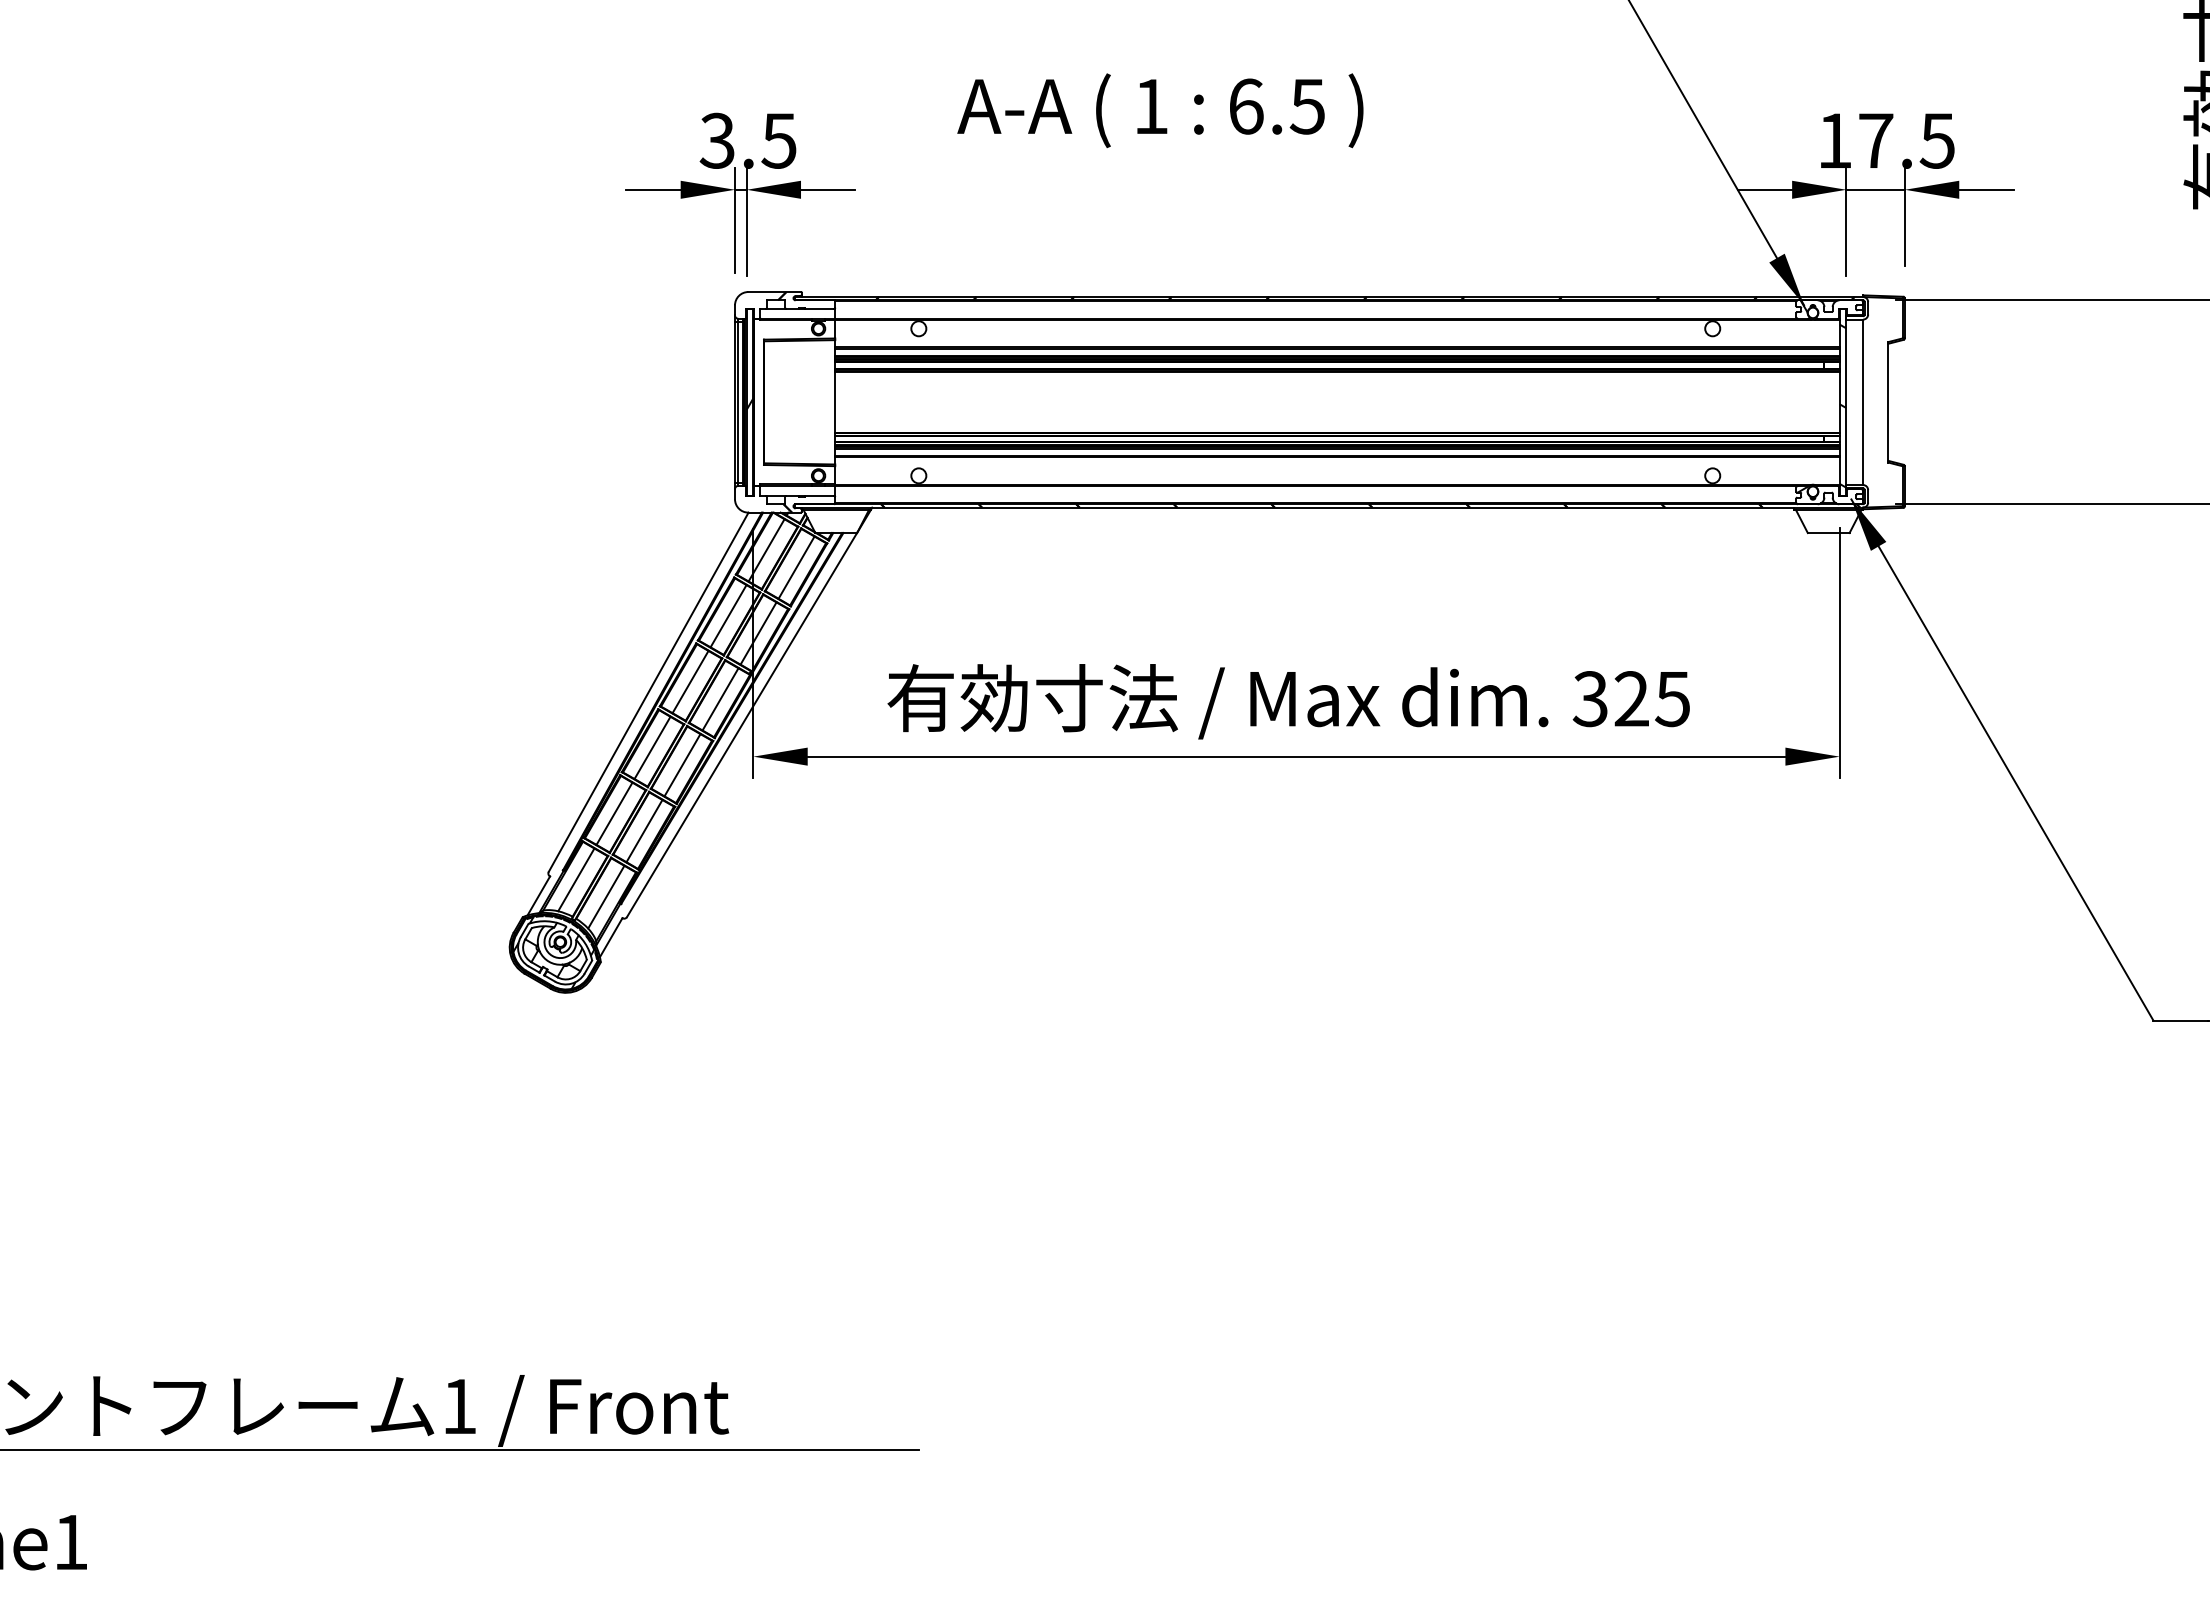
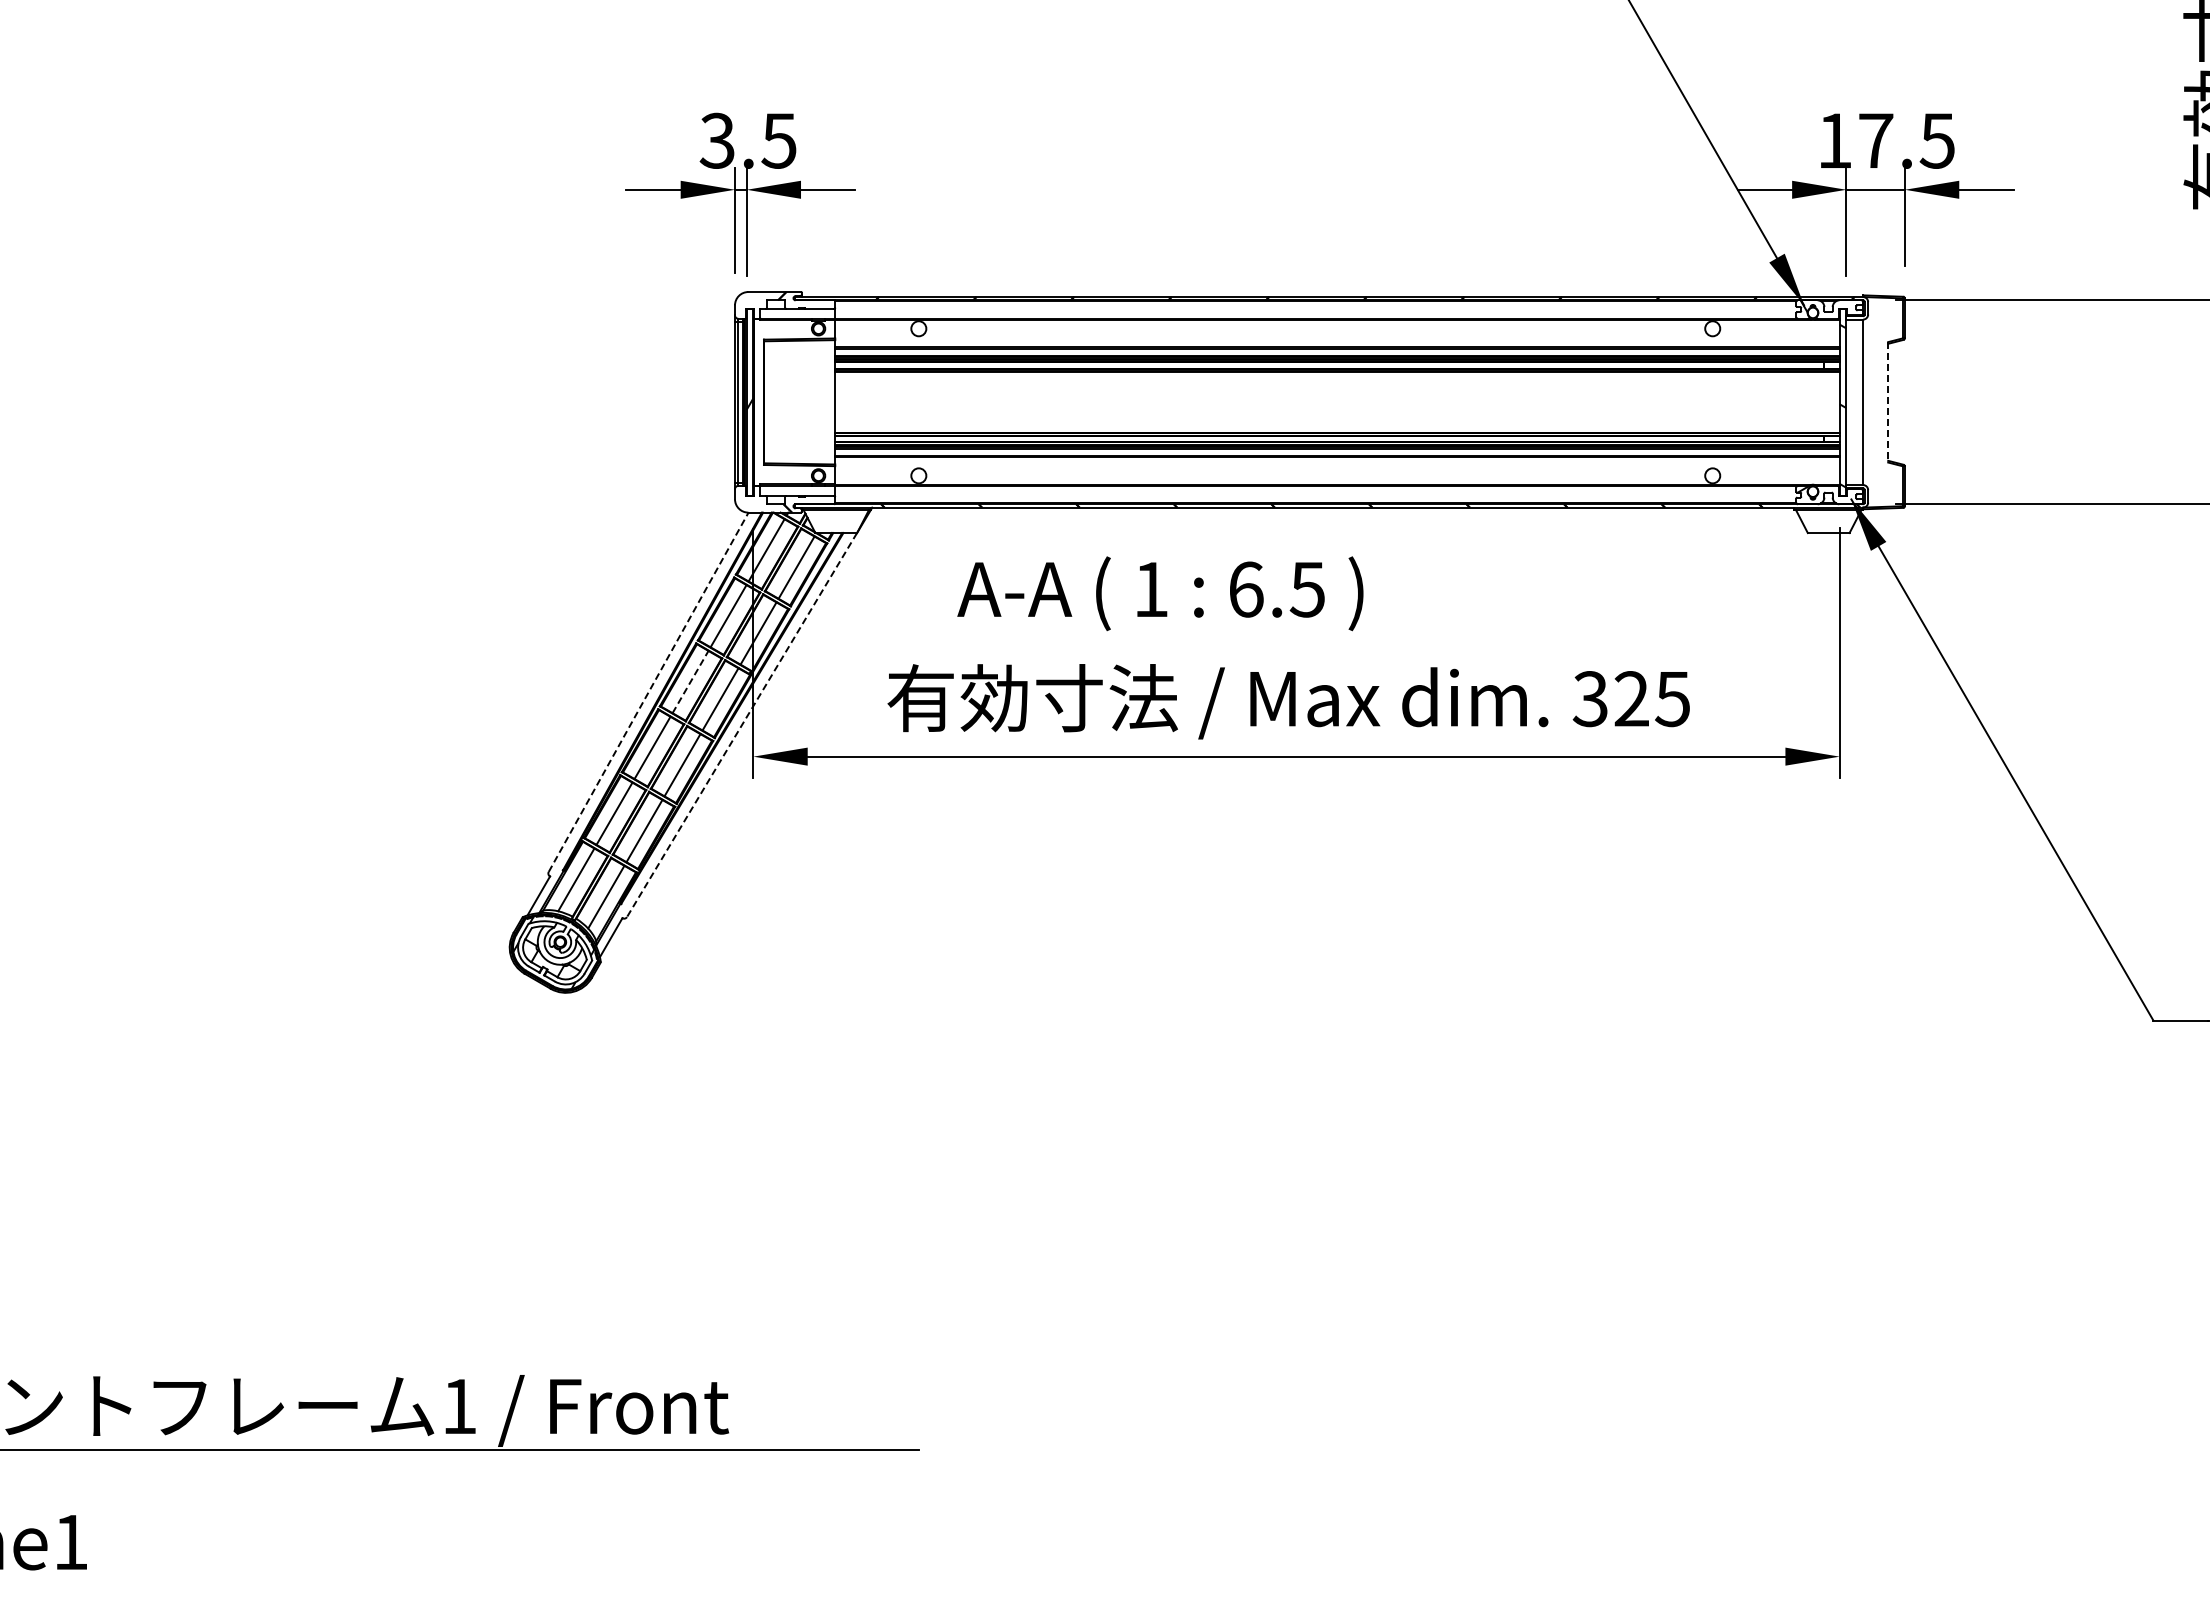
text at (1160, 110) position: (1160, 110) -> (1160, 593)
line at (1888, 402): solid -> dashed
line at (690, 682): solid -> dashed
line at (648, 692): solid -> dashed
line at (742, 725): solid -> dashed
